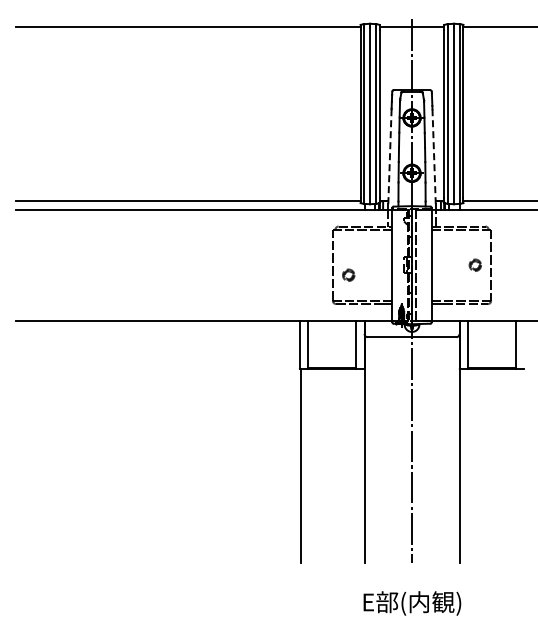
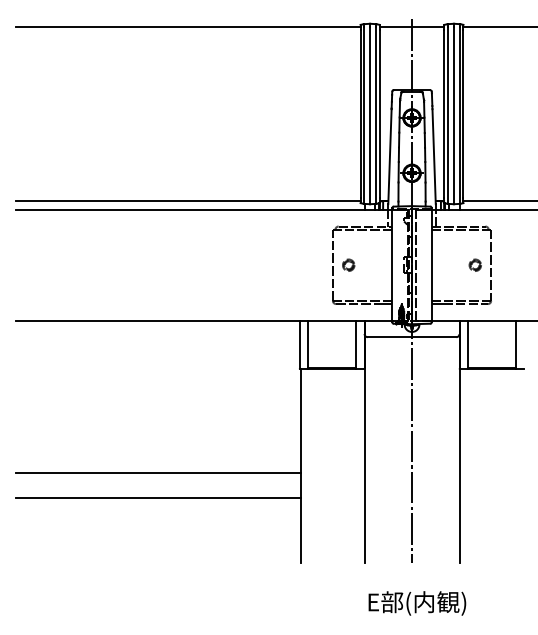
line at (389, 156): dashed -> solid
line at (434, 156): dashed -> solid
part at (348, 274) position: (348, 274) -> (348, 264)
line at (158, 472): none -> present
line at (158, 497): none -> present
text at (412, 603) position: (412, 603) -> (417, 603)
